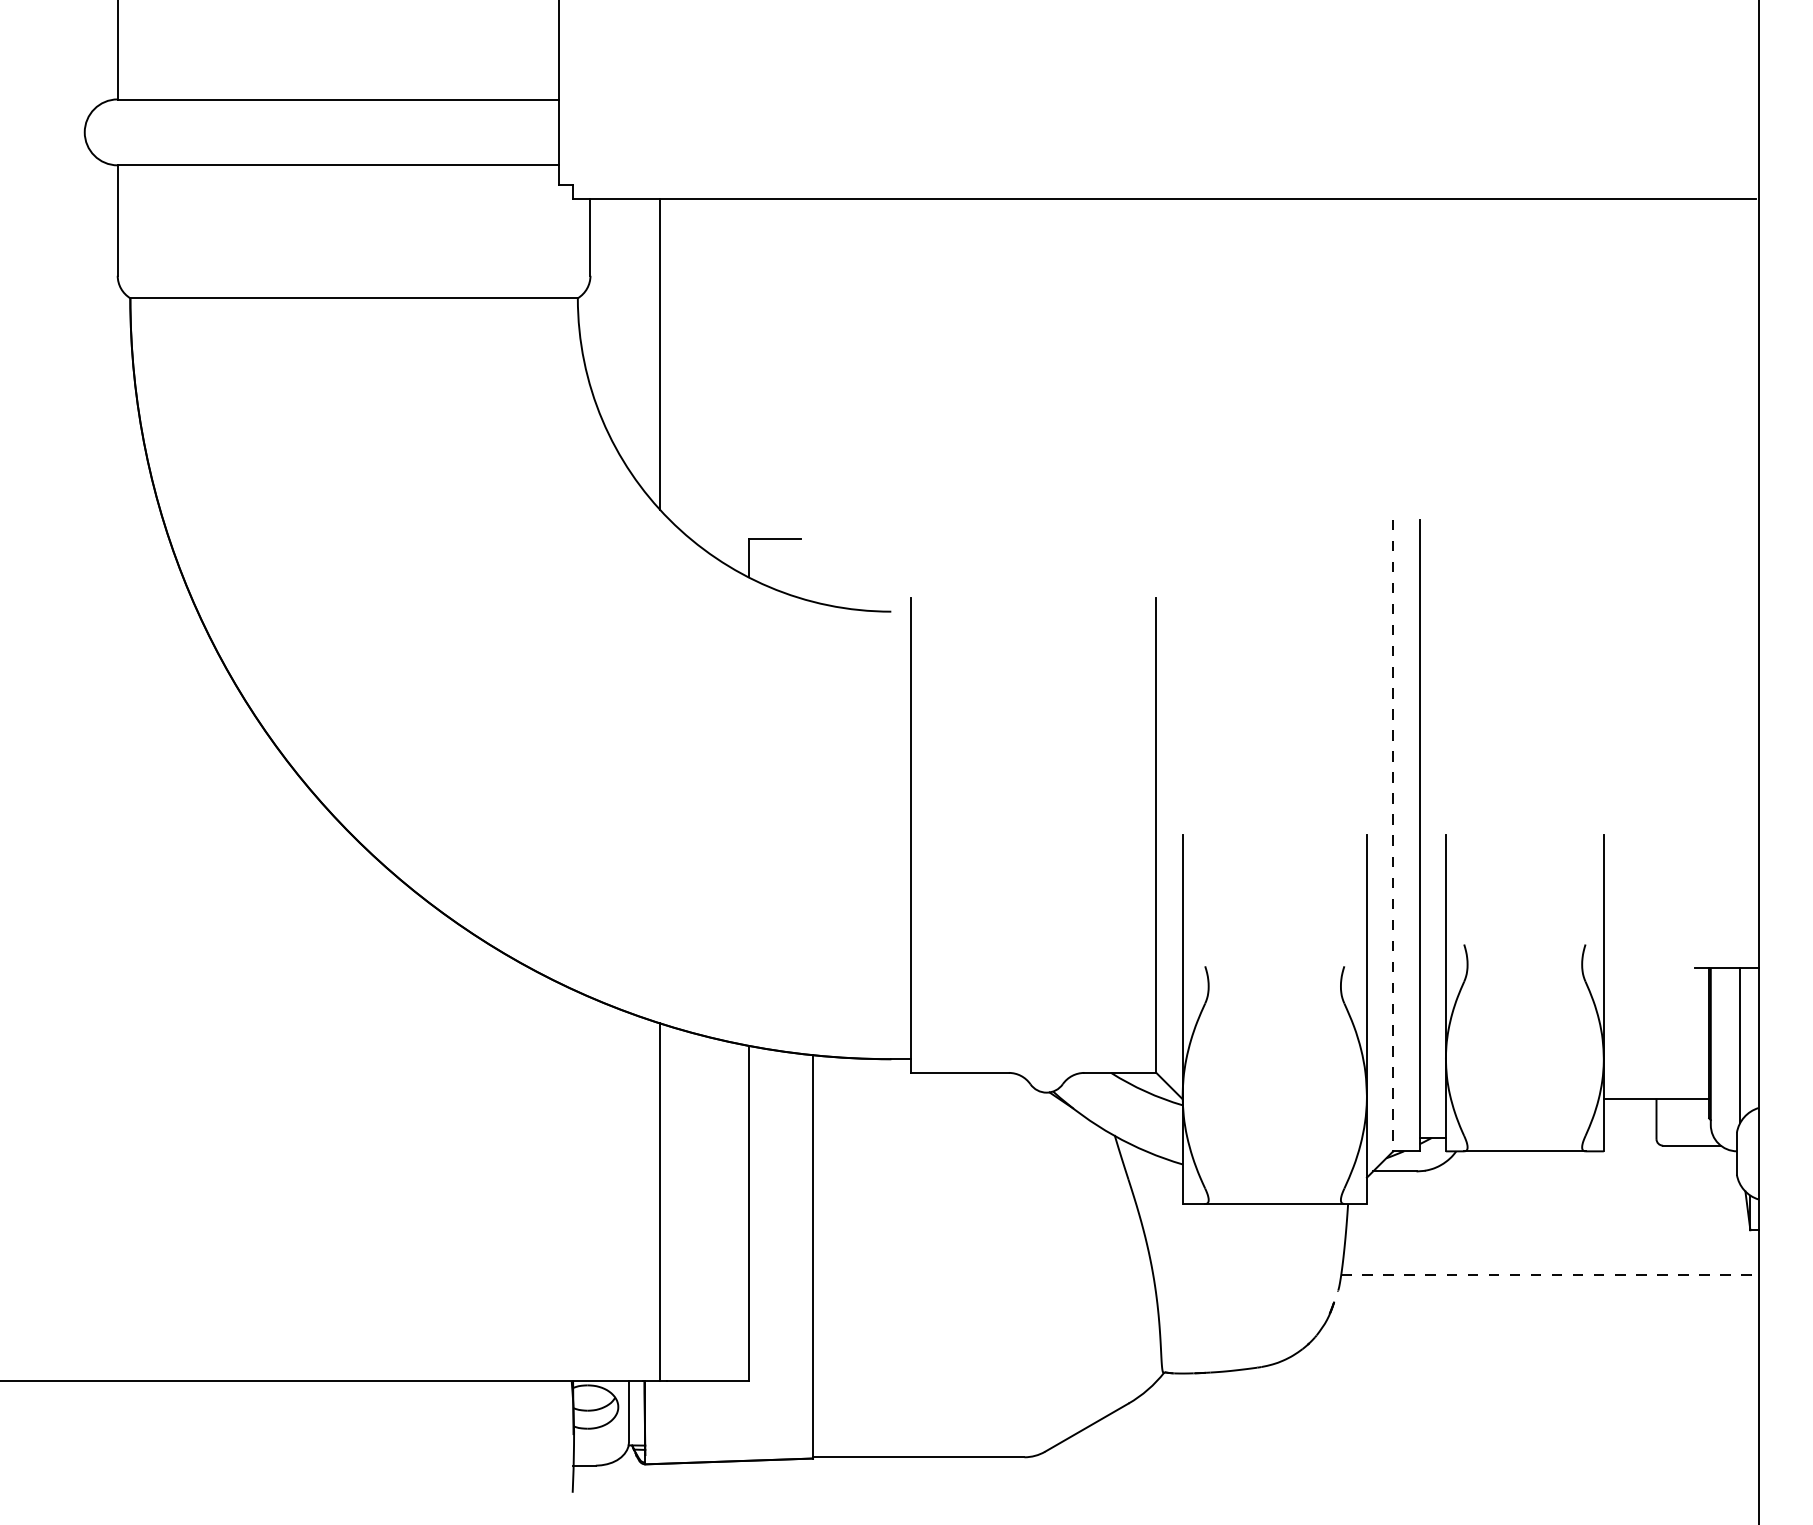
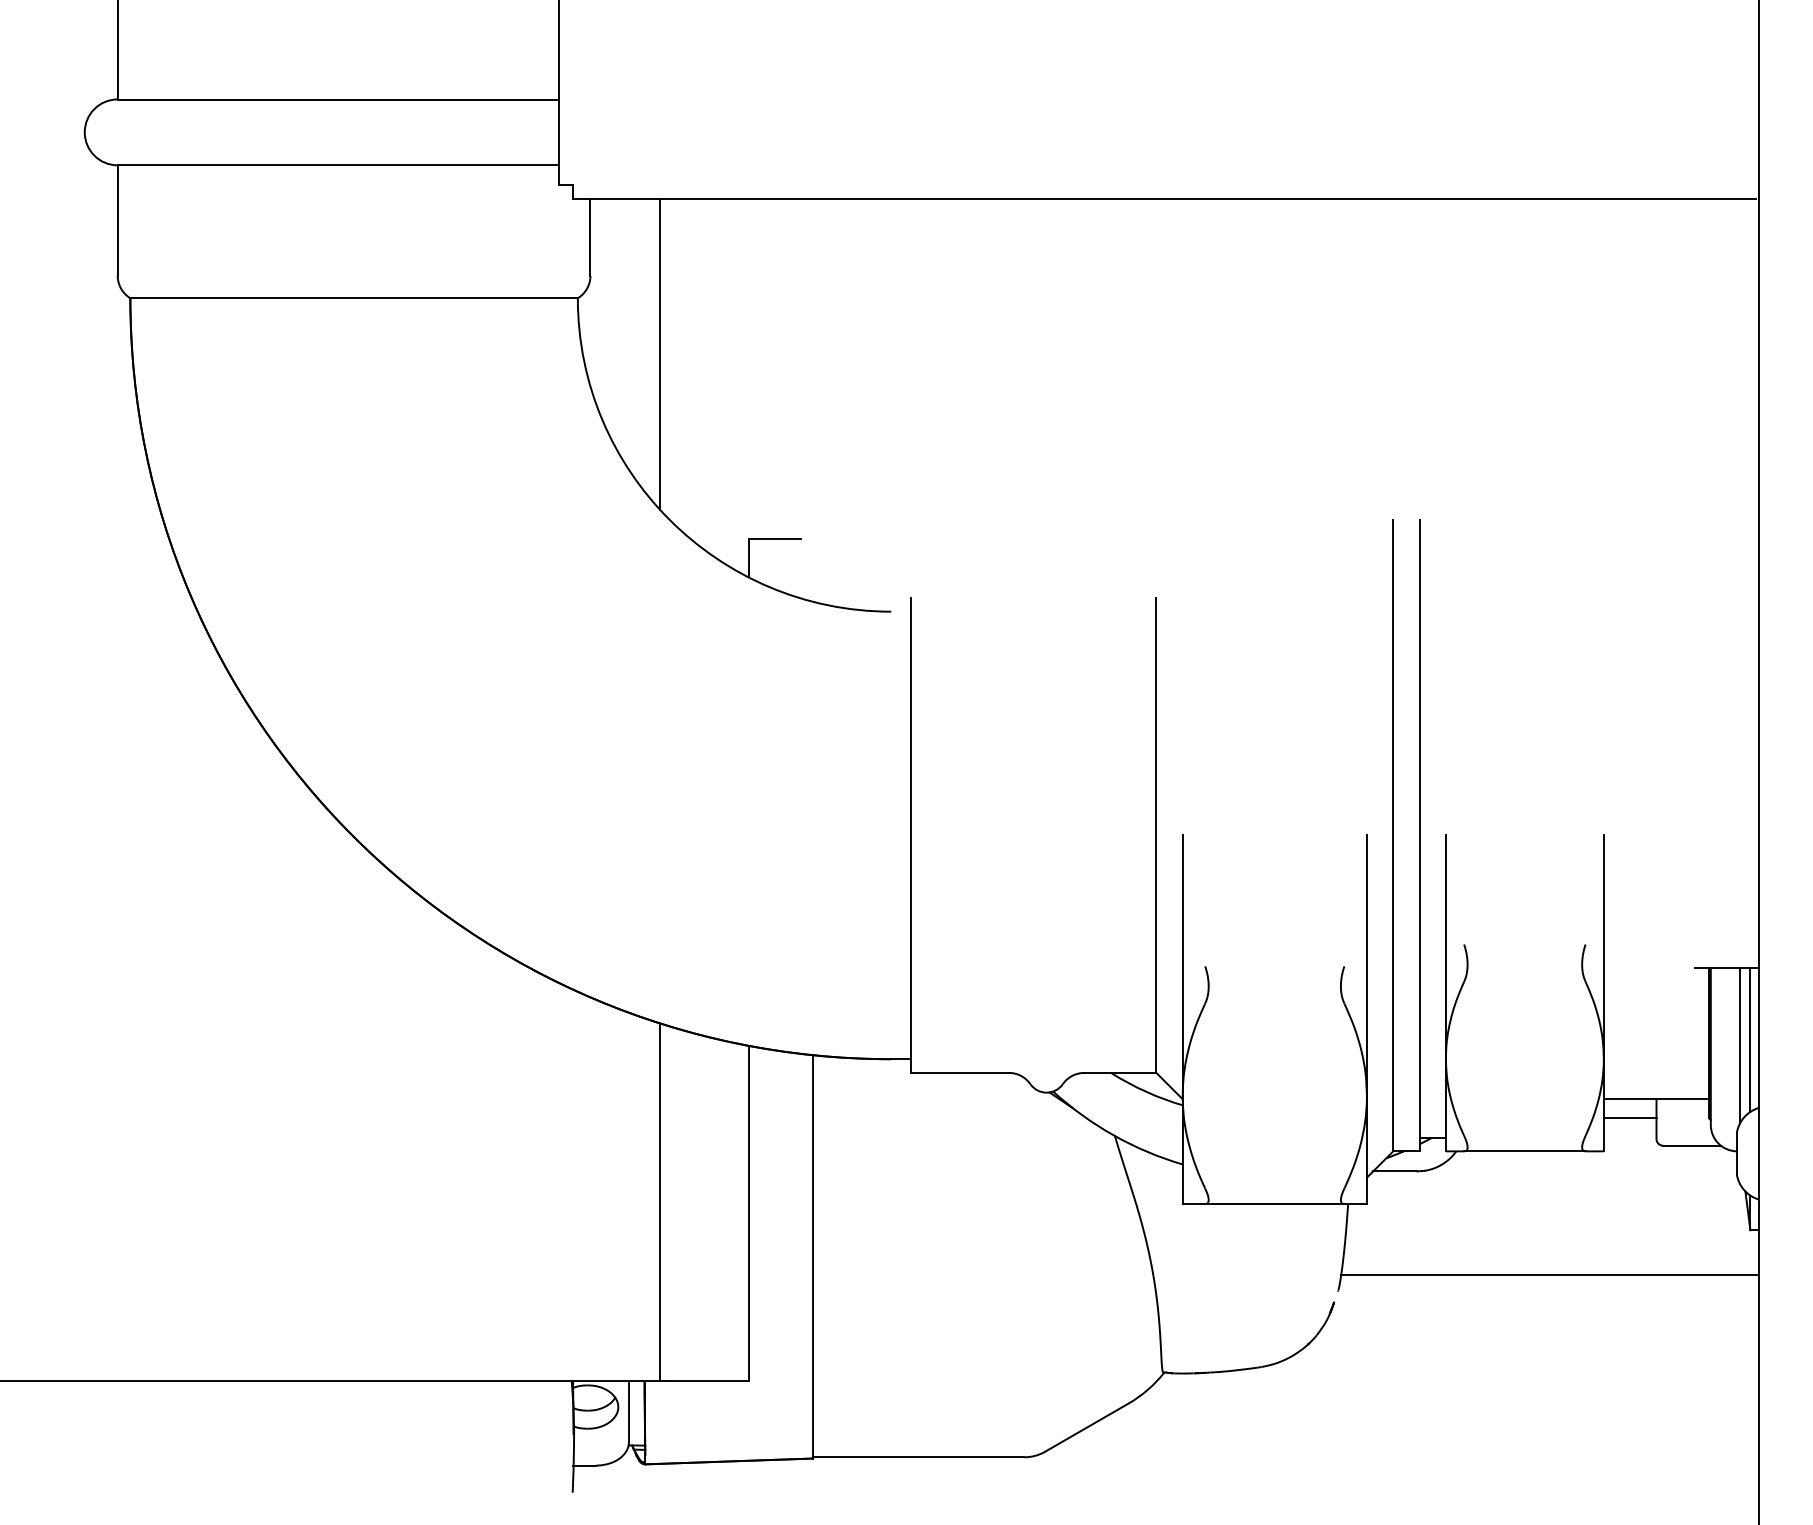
line at (1393, 835): dashed -> solid
line at (1750, 1039): none -> present
line at (1629, 1117): none -> present
line at (1549, 1274): dashed -> solid
